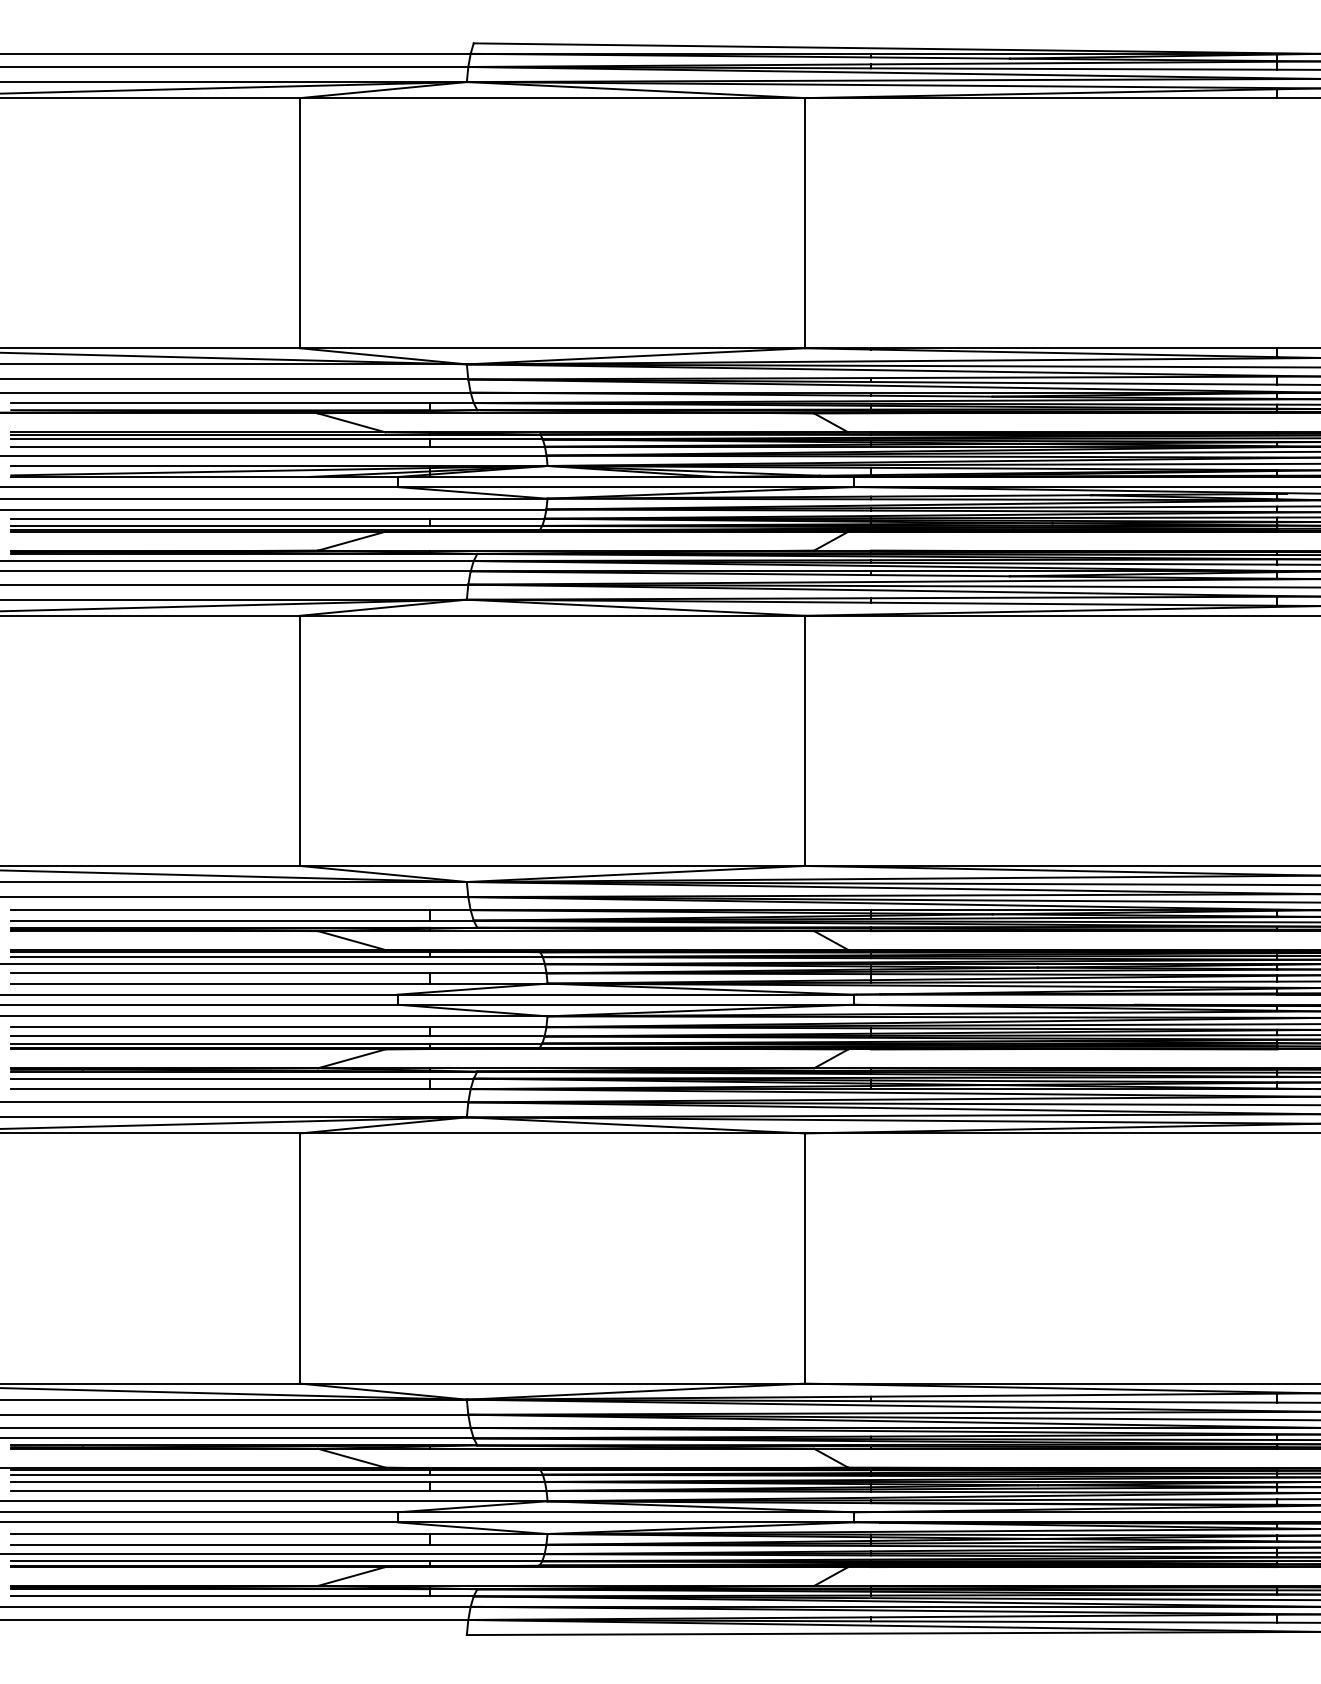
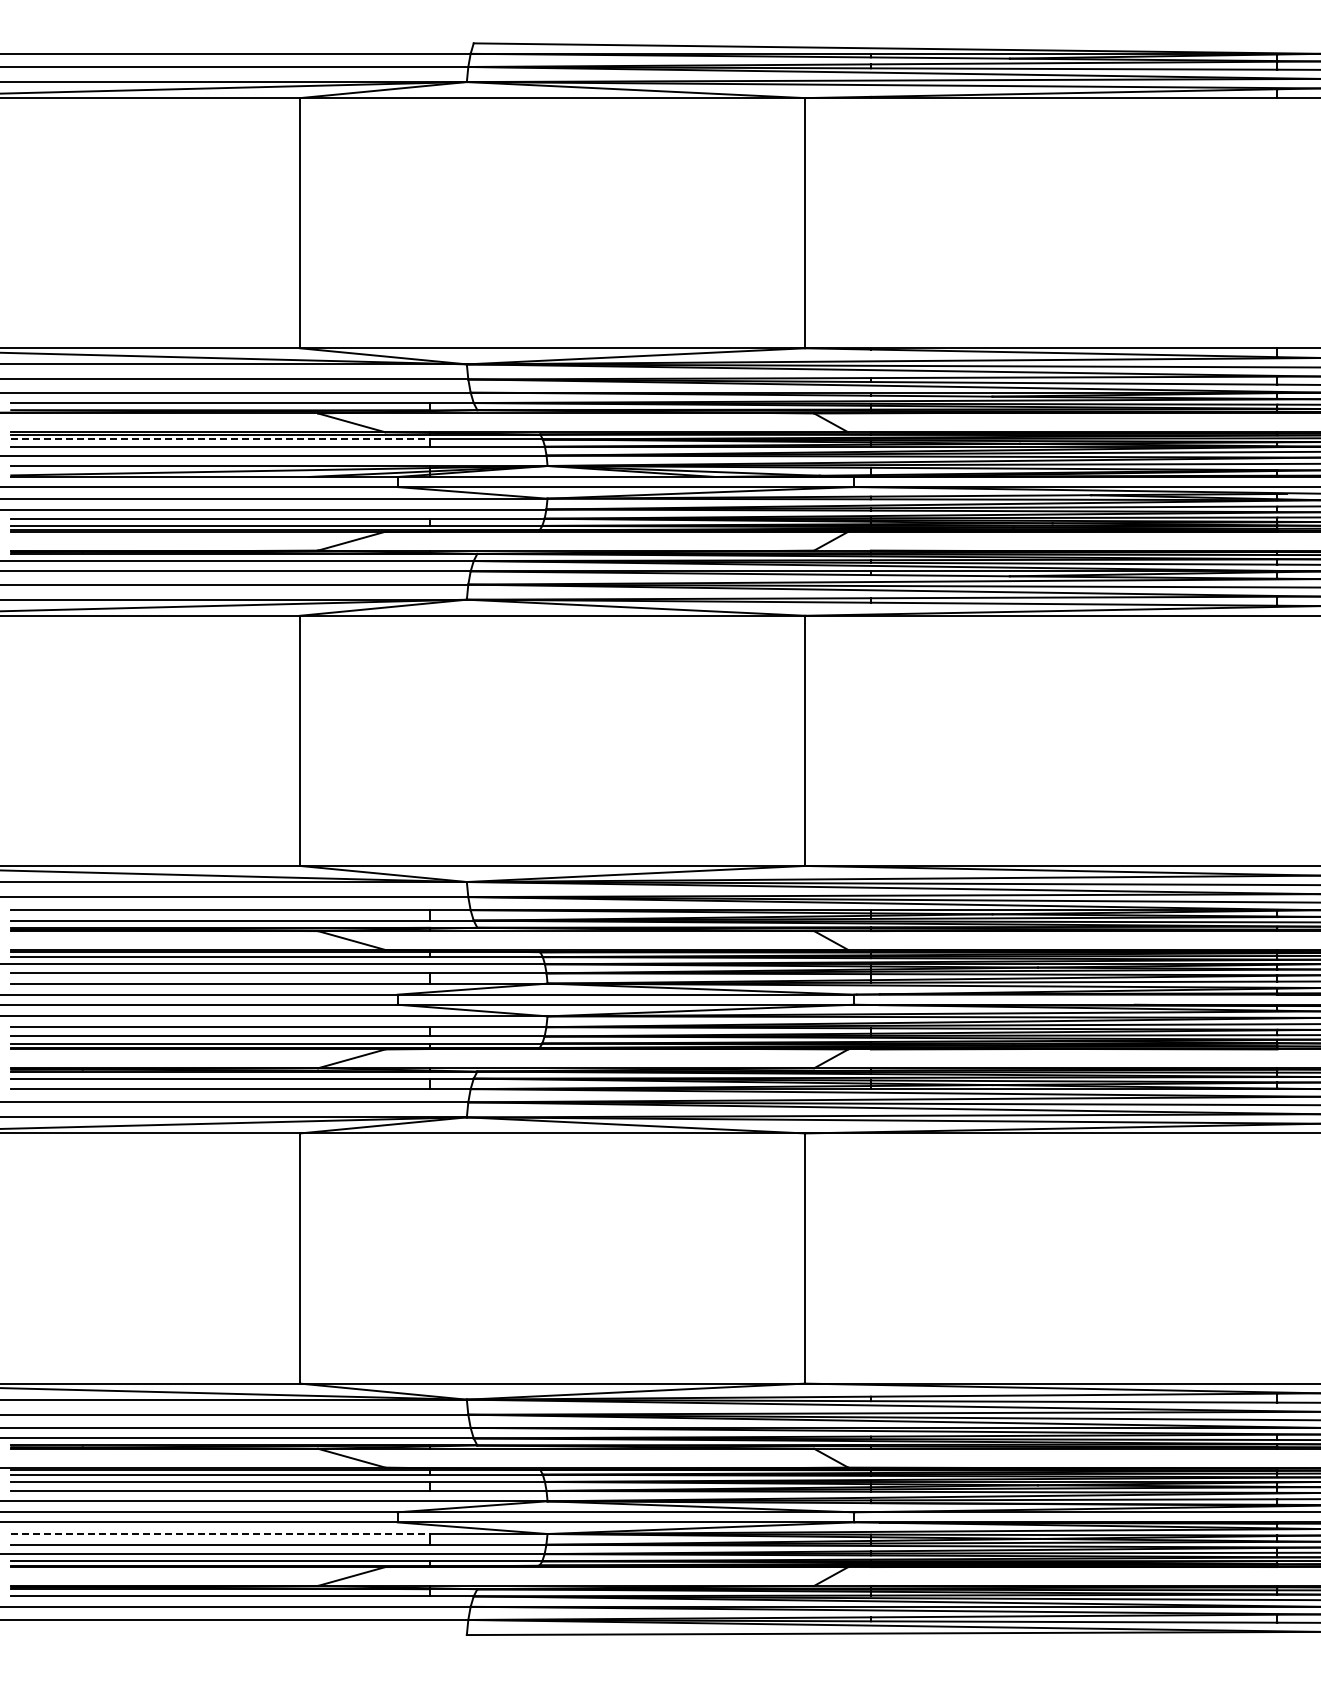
line at (221, 439): solid -> dashed
line at (221, 1534): solid -> dashed
